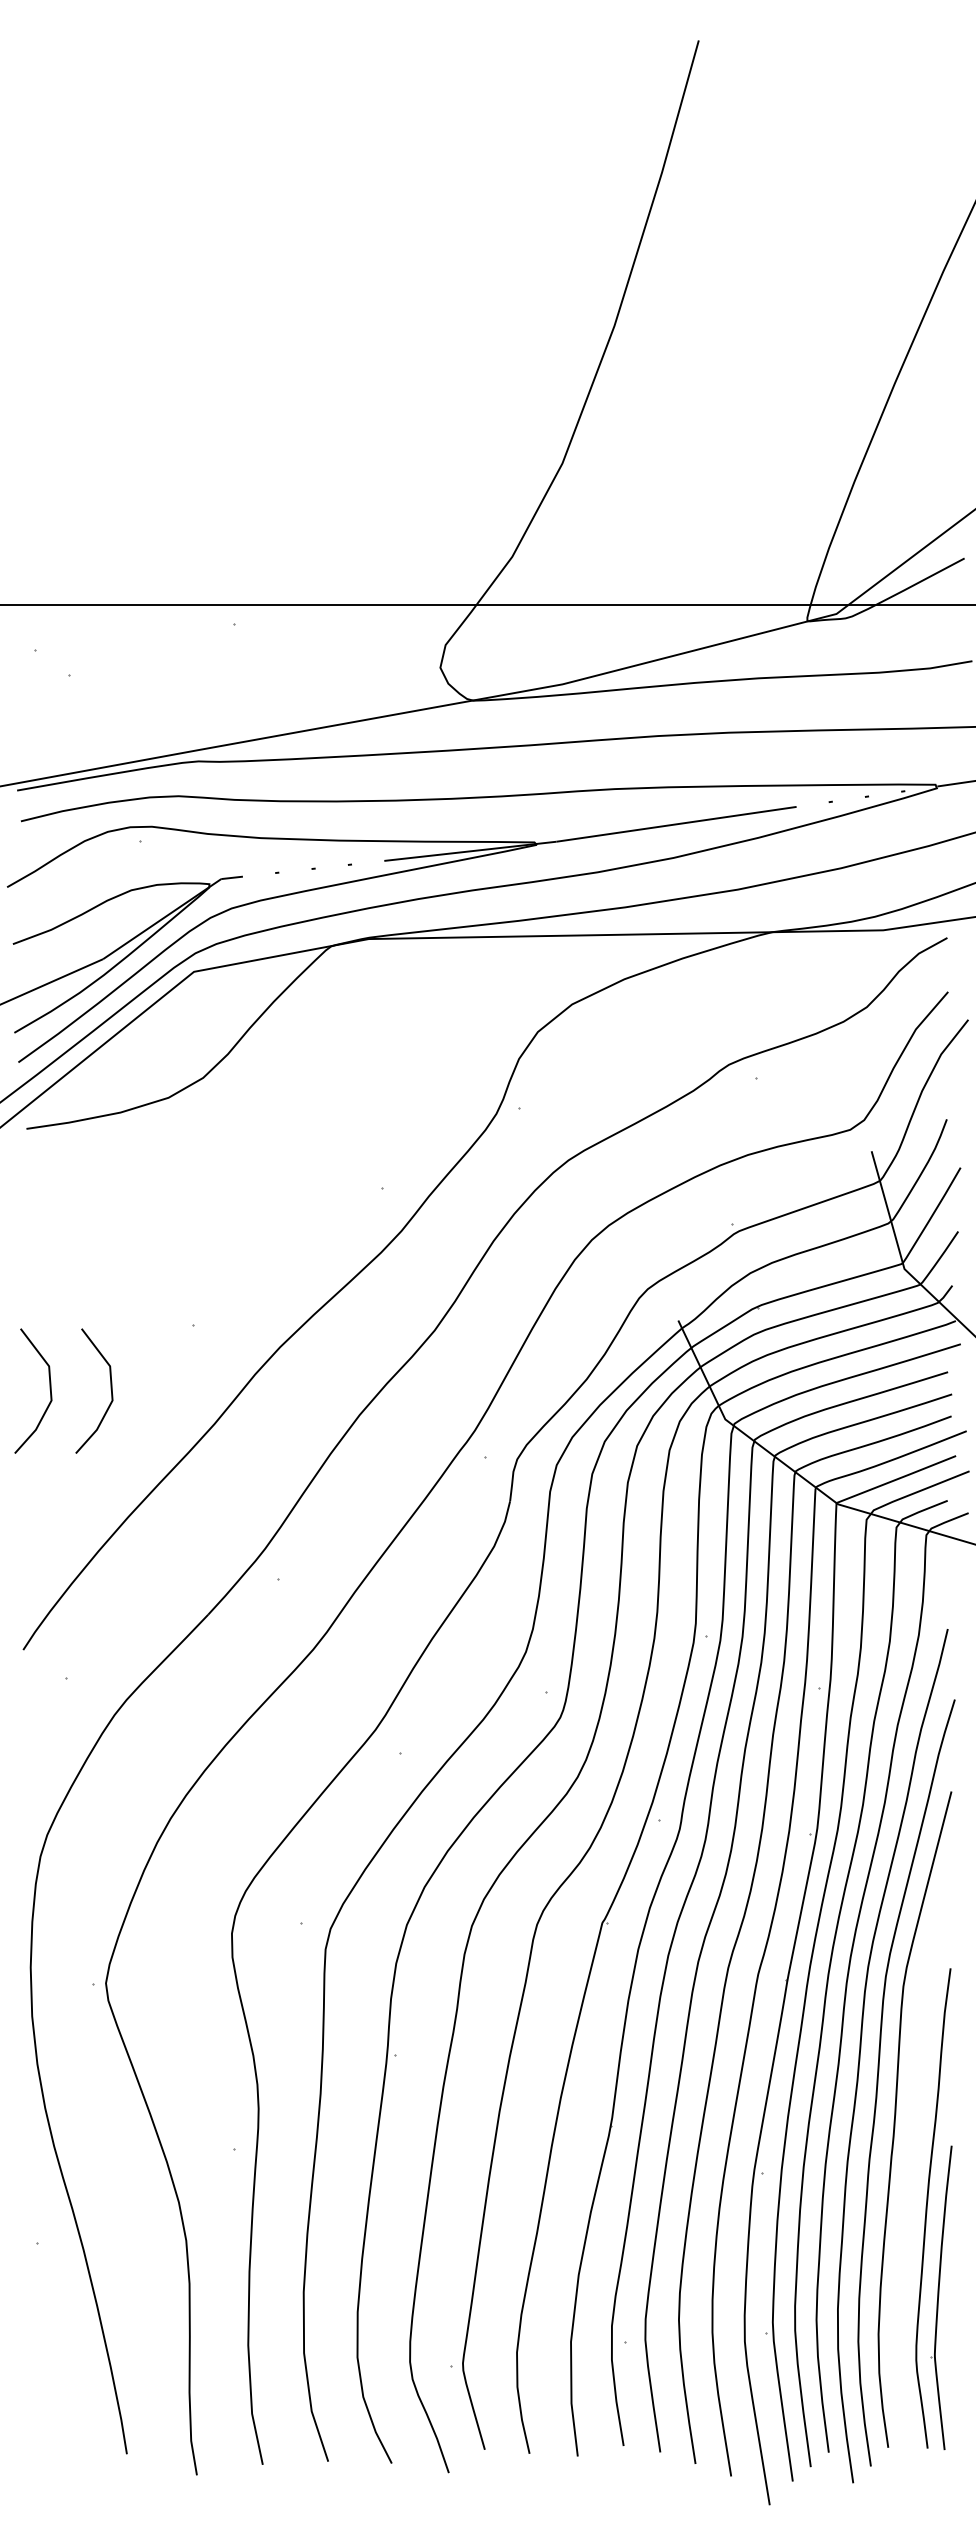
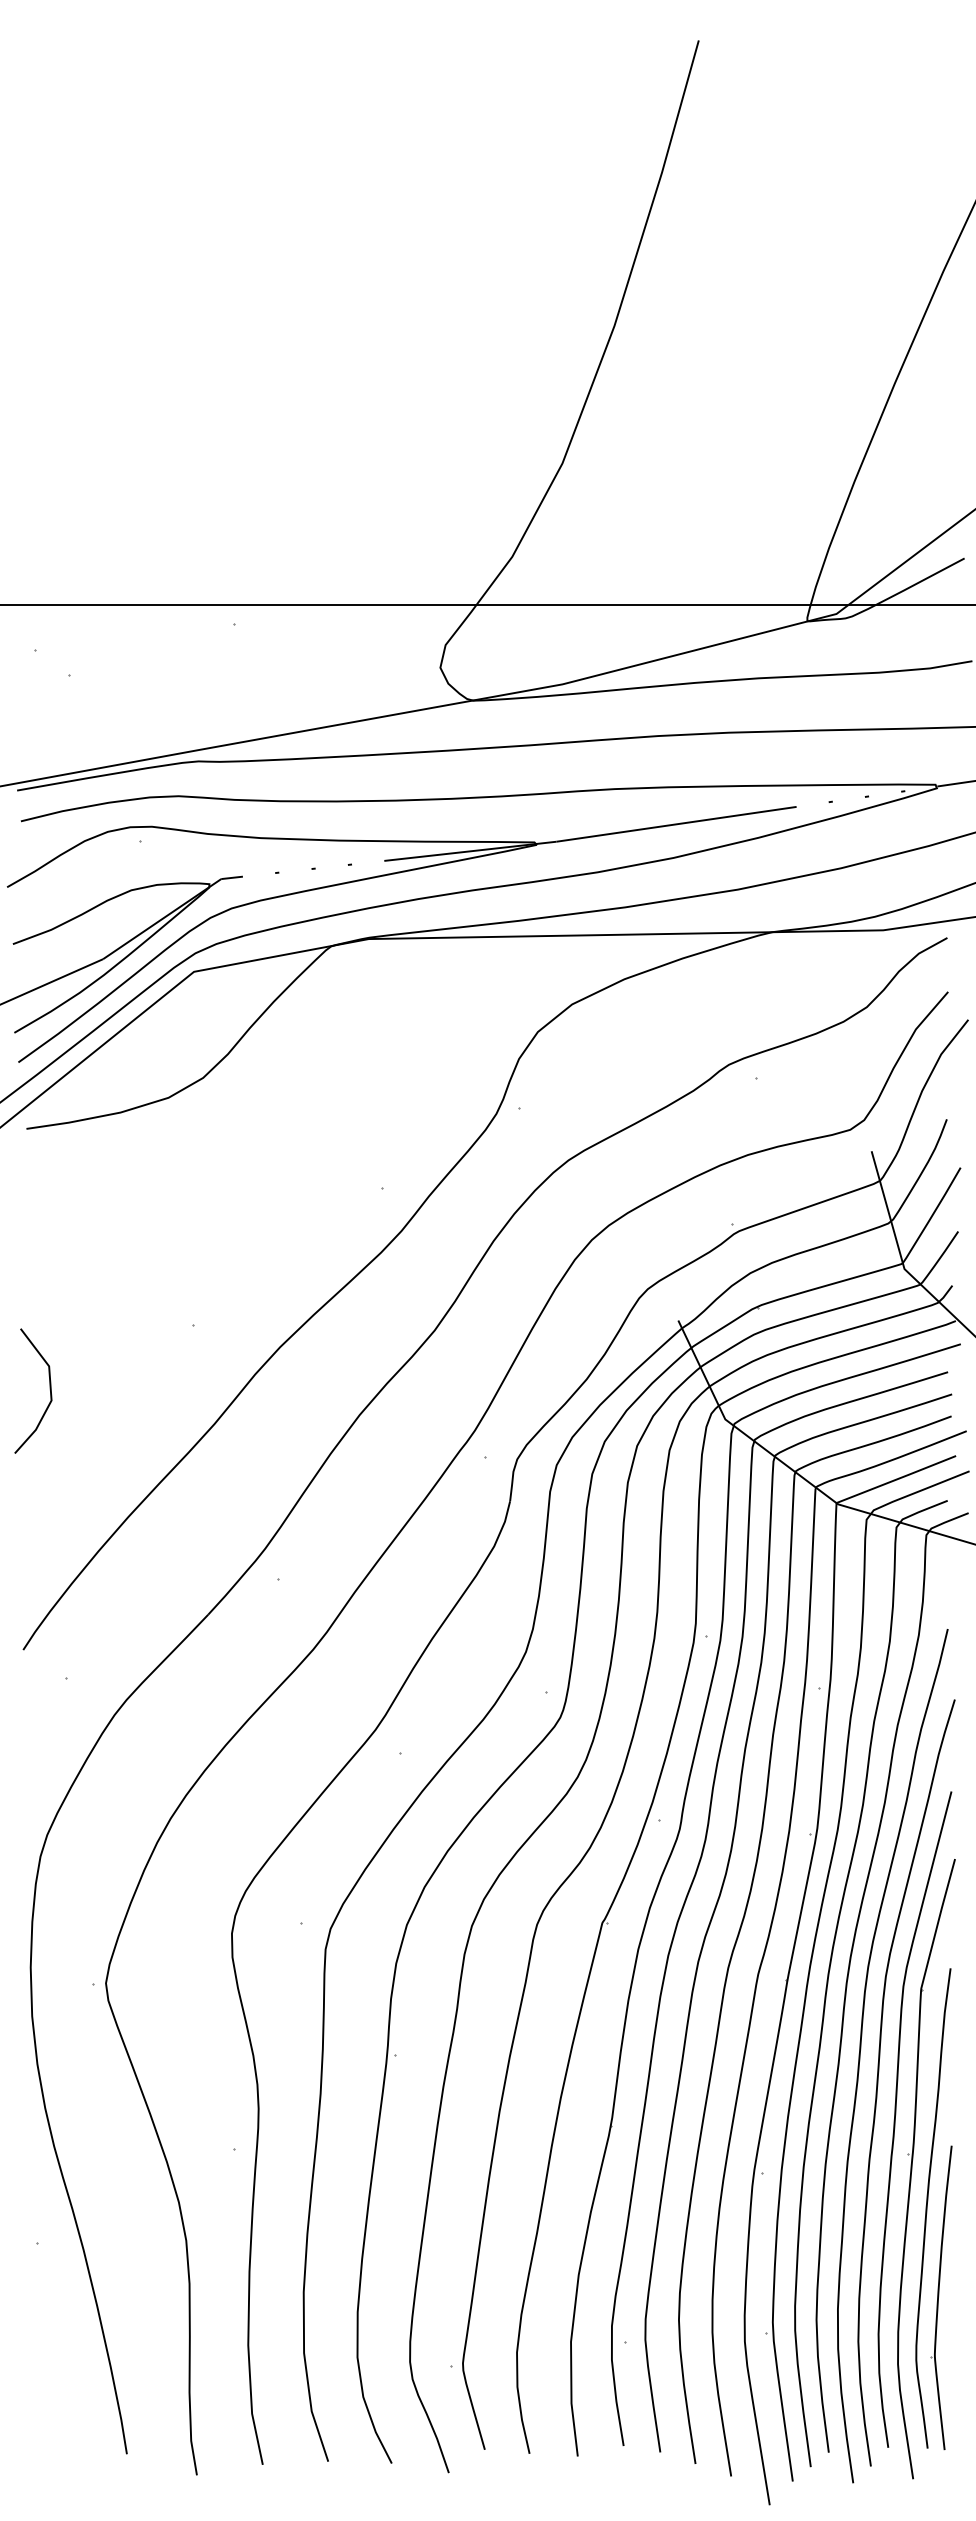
line at (110, 1389): present -> none
part at (912, 2169): none -> present
